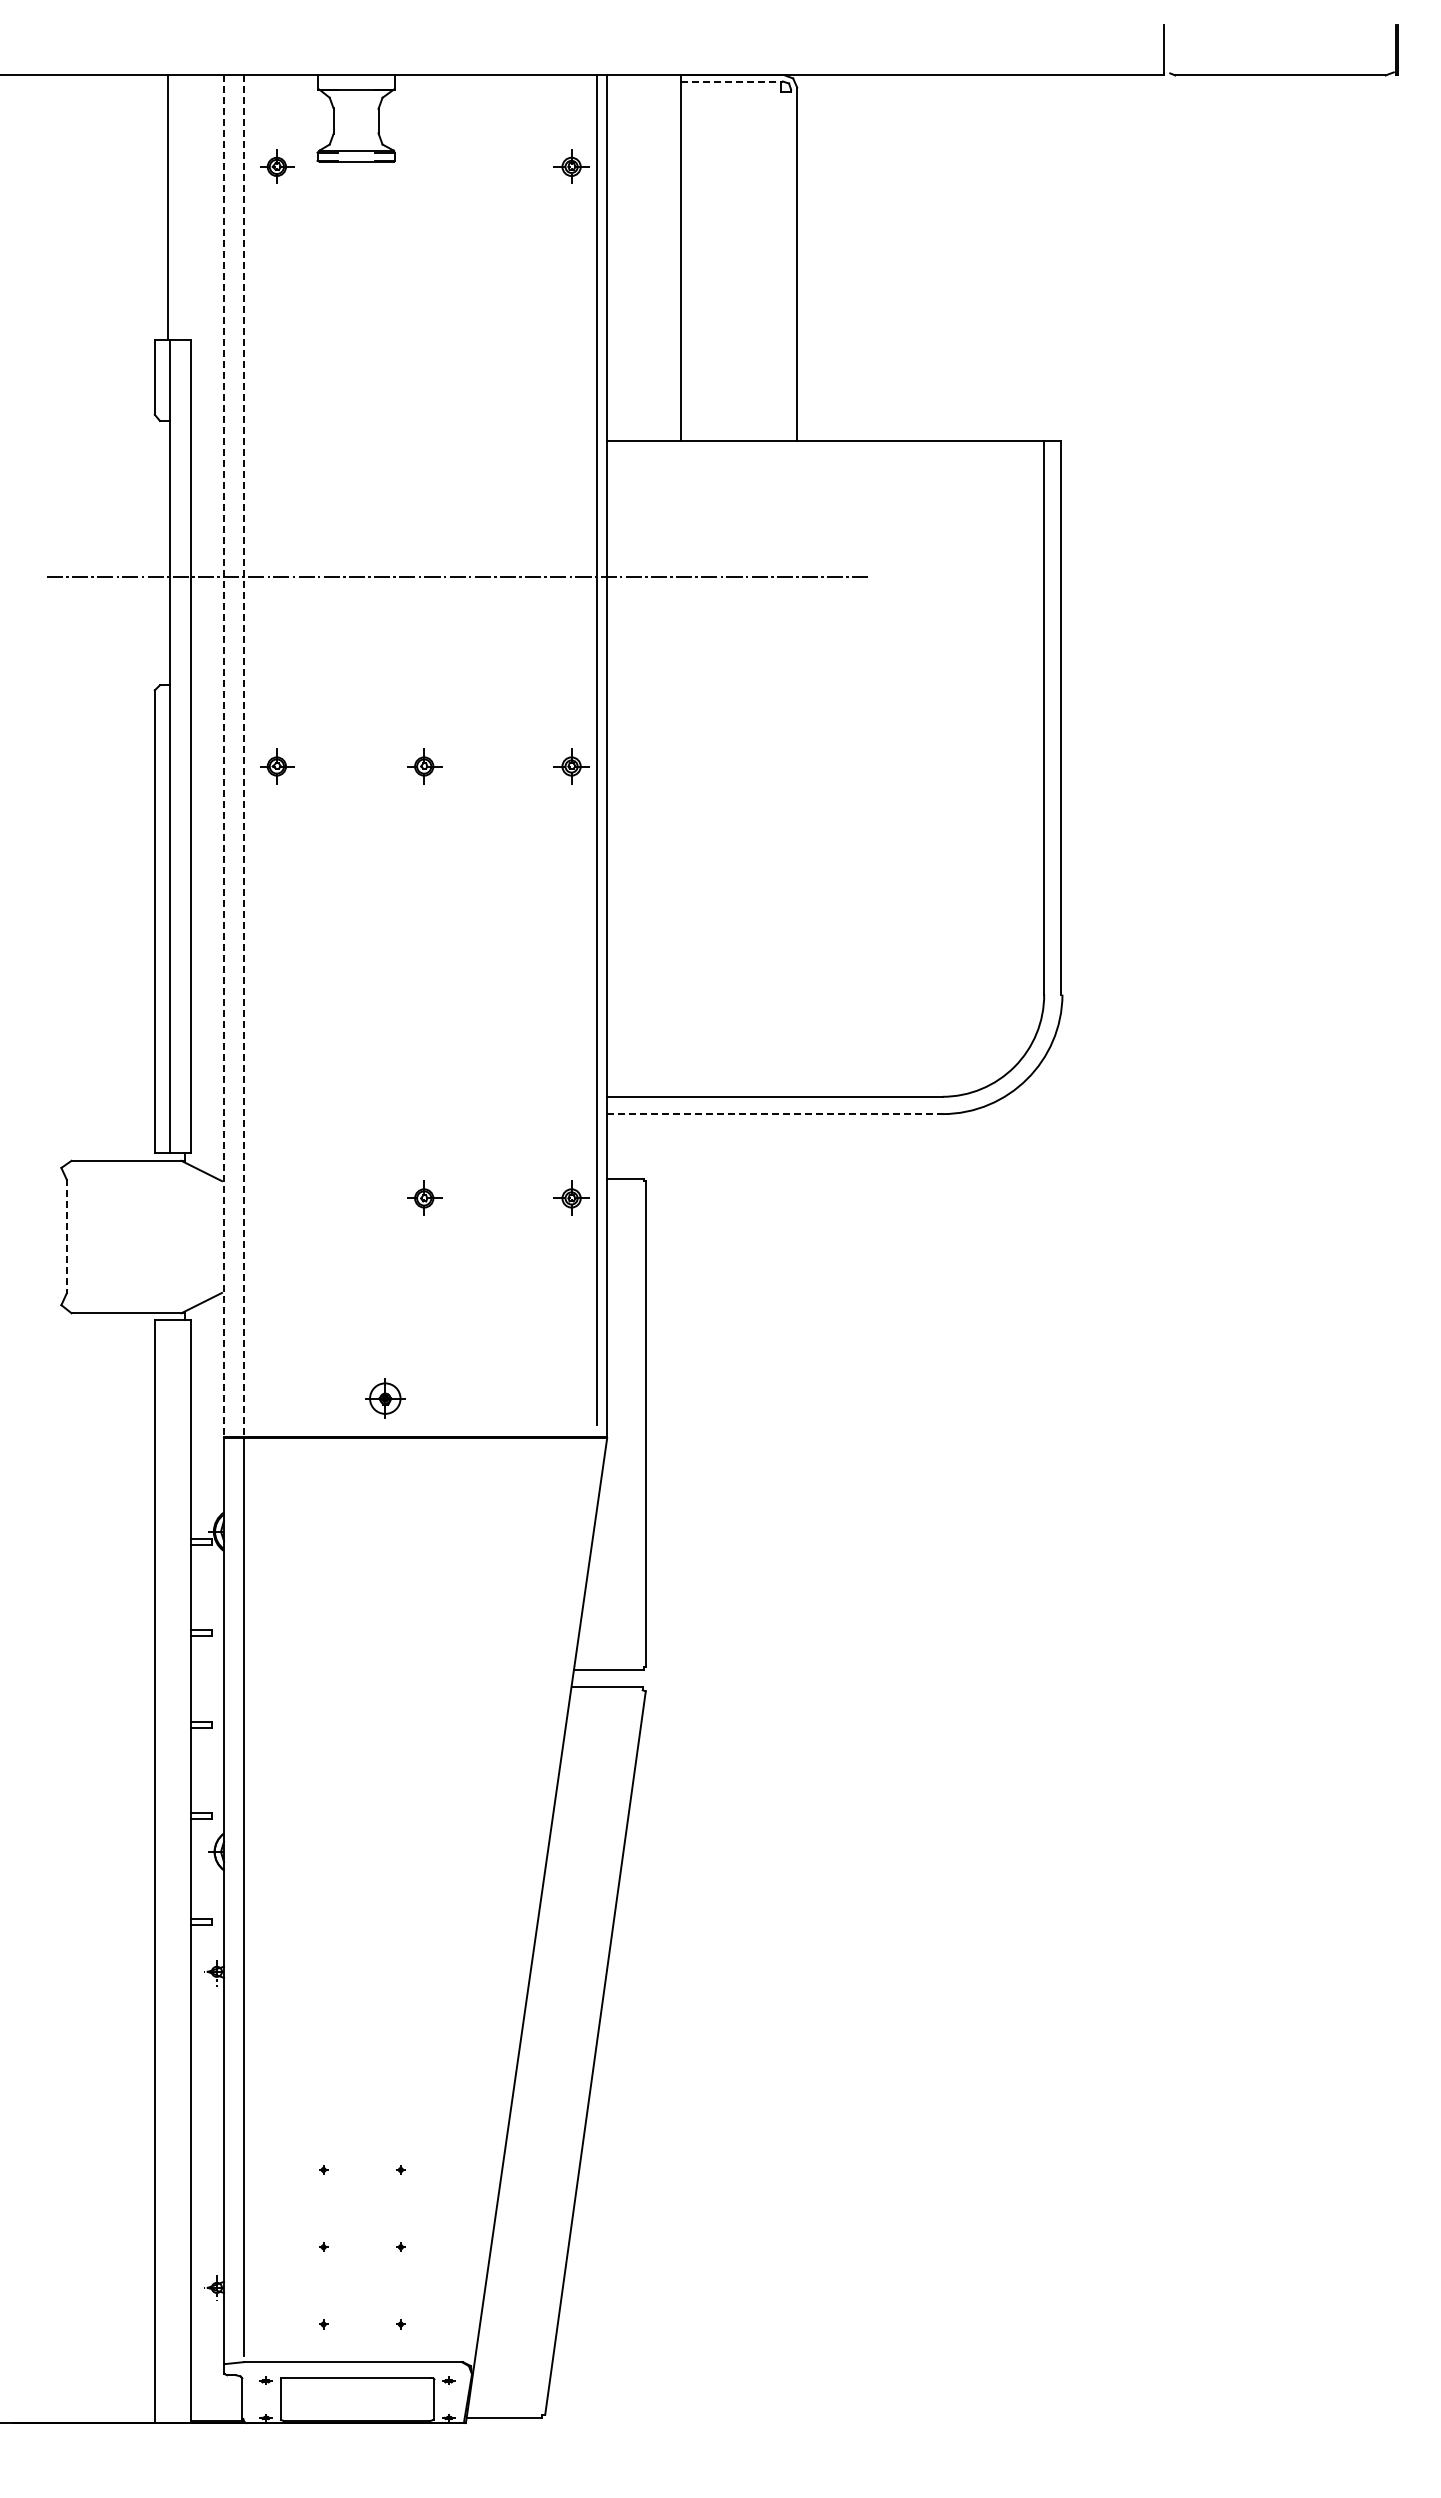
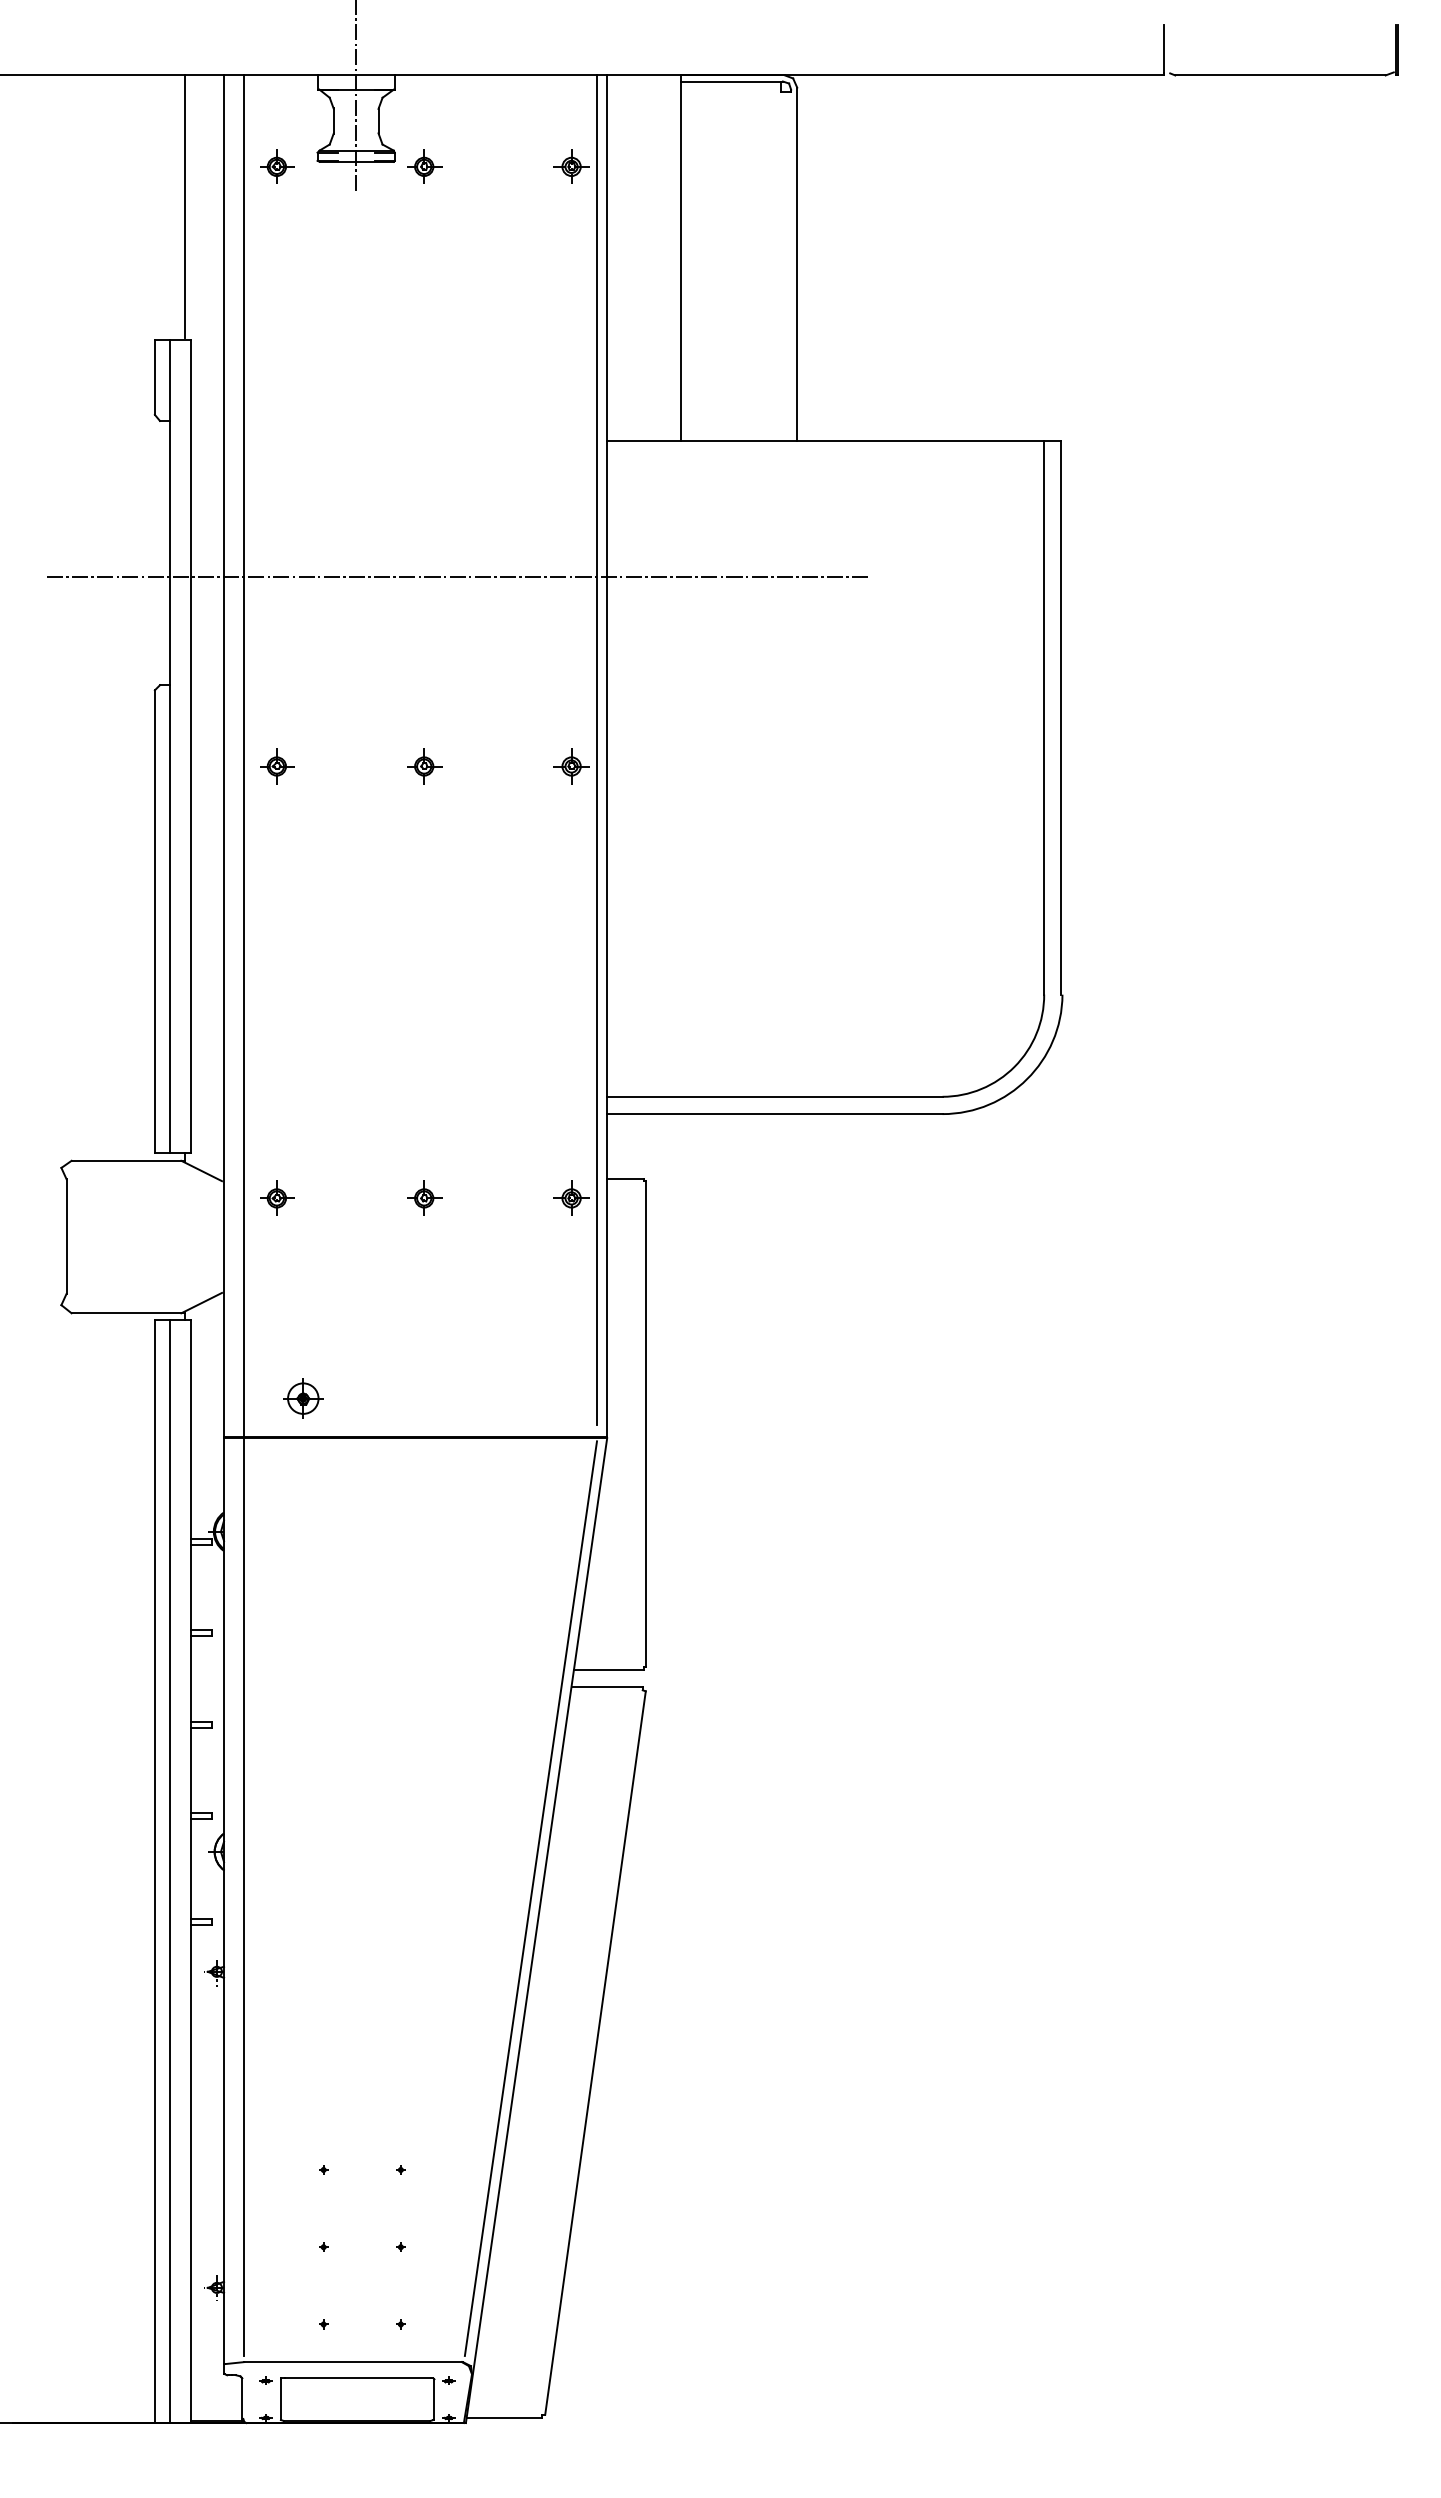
line at (732, 81): dashed -> solid
line at (356, 96): none -> present
part at (424, 166): none -> present
line at (168, 206) position: (168, 206) -> (185, 206)
line at (224, 756): dashed -> solid
line at (244, 756): dashed -> solid
line at (774, 1114): dashed -> solid
part at (277, 1197): none -> present
line at (66, 1237): dashed -> solid
part at (385, 1398) position: (385, 1398) -> (303, 1398)
line at (170, 1871): none -> present
line at (530, 1898): none -> present
